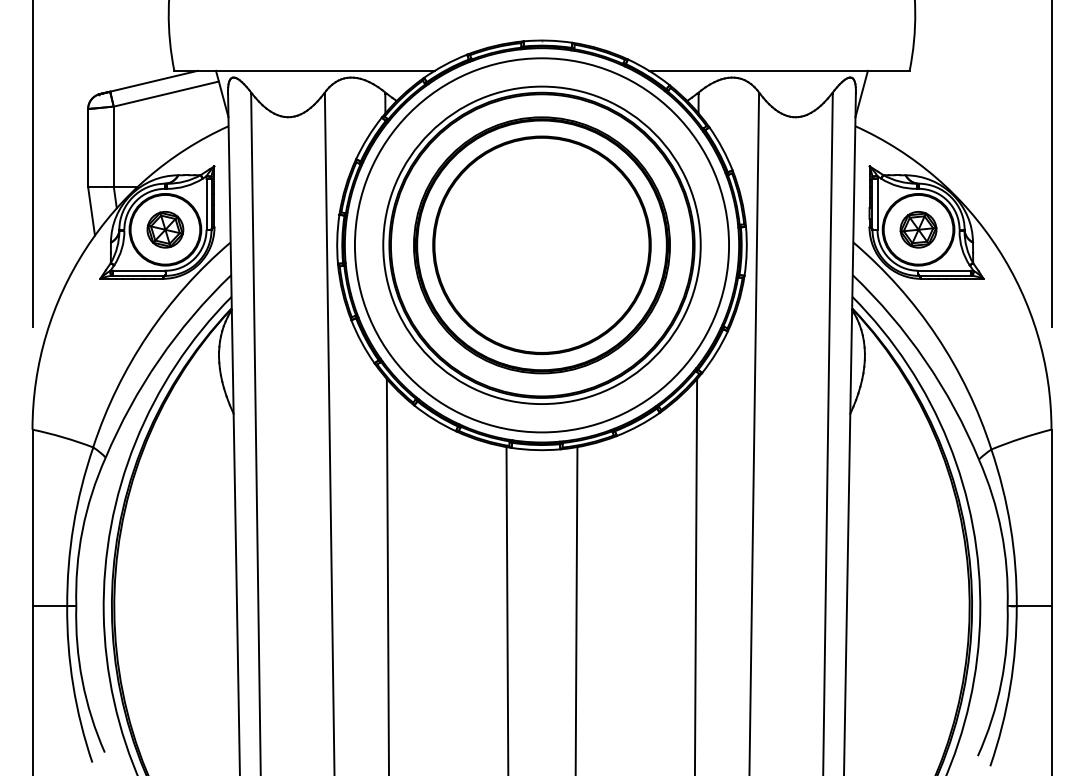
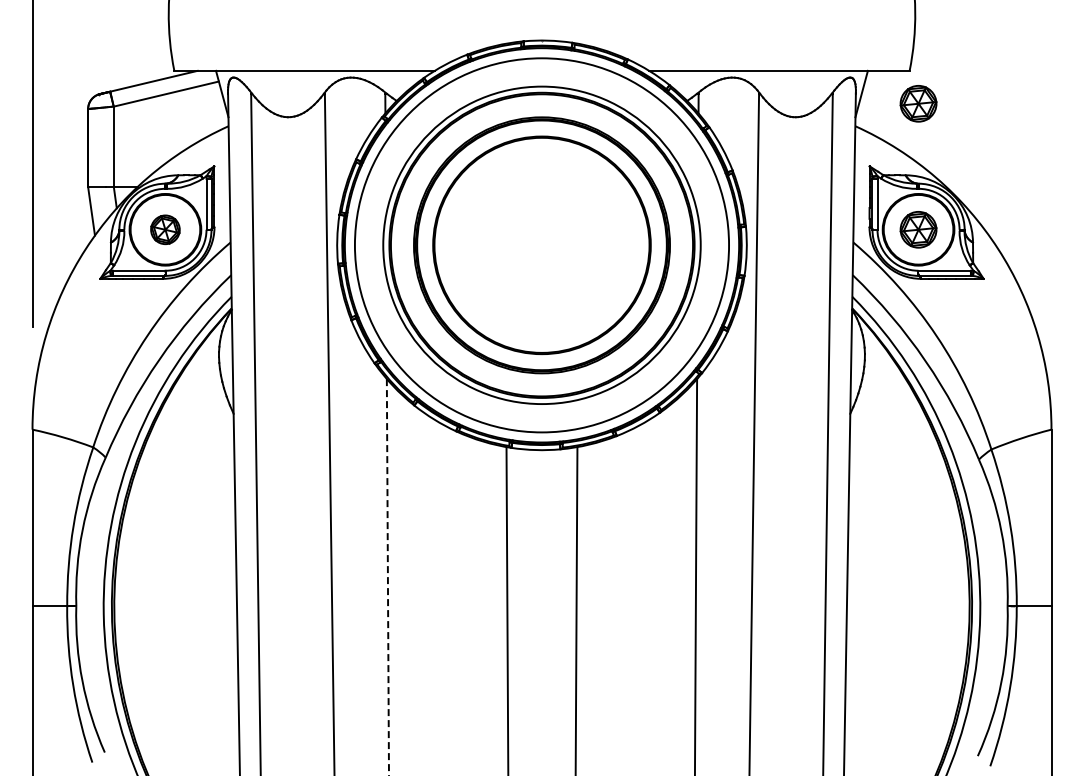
part at (918, 103): none -> present
line at (1051, 164): present -> none
part at (165, 229) size: 39x38 px -> 31x32 px
line at (387, 577): solid -> dashed
